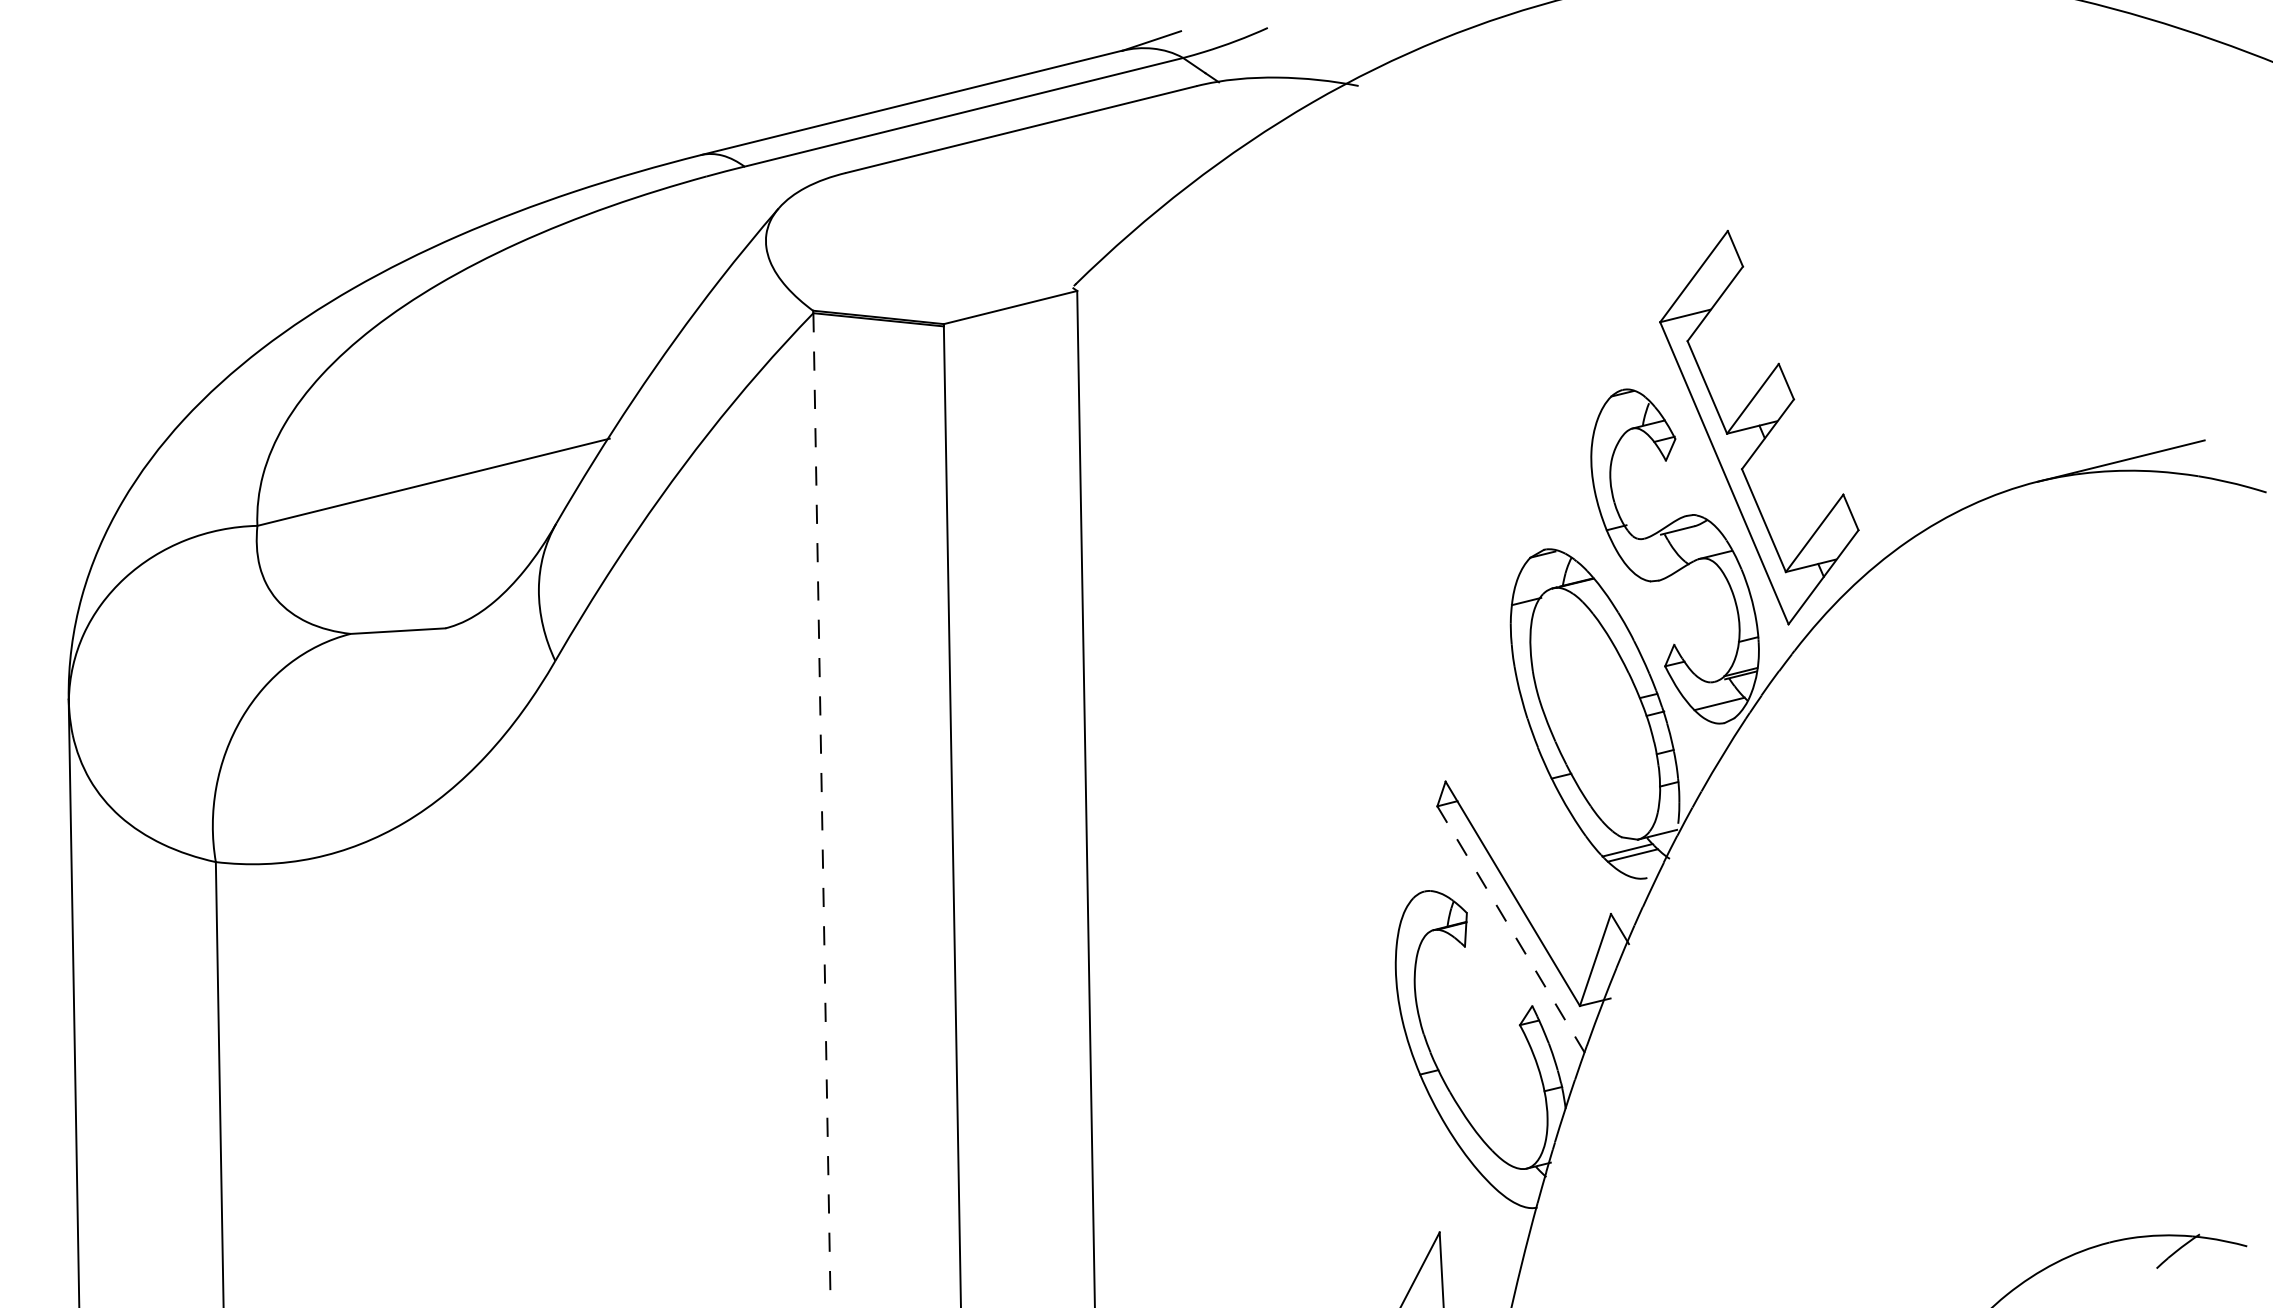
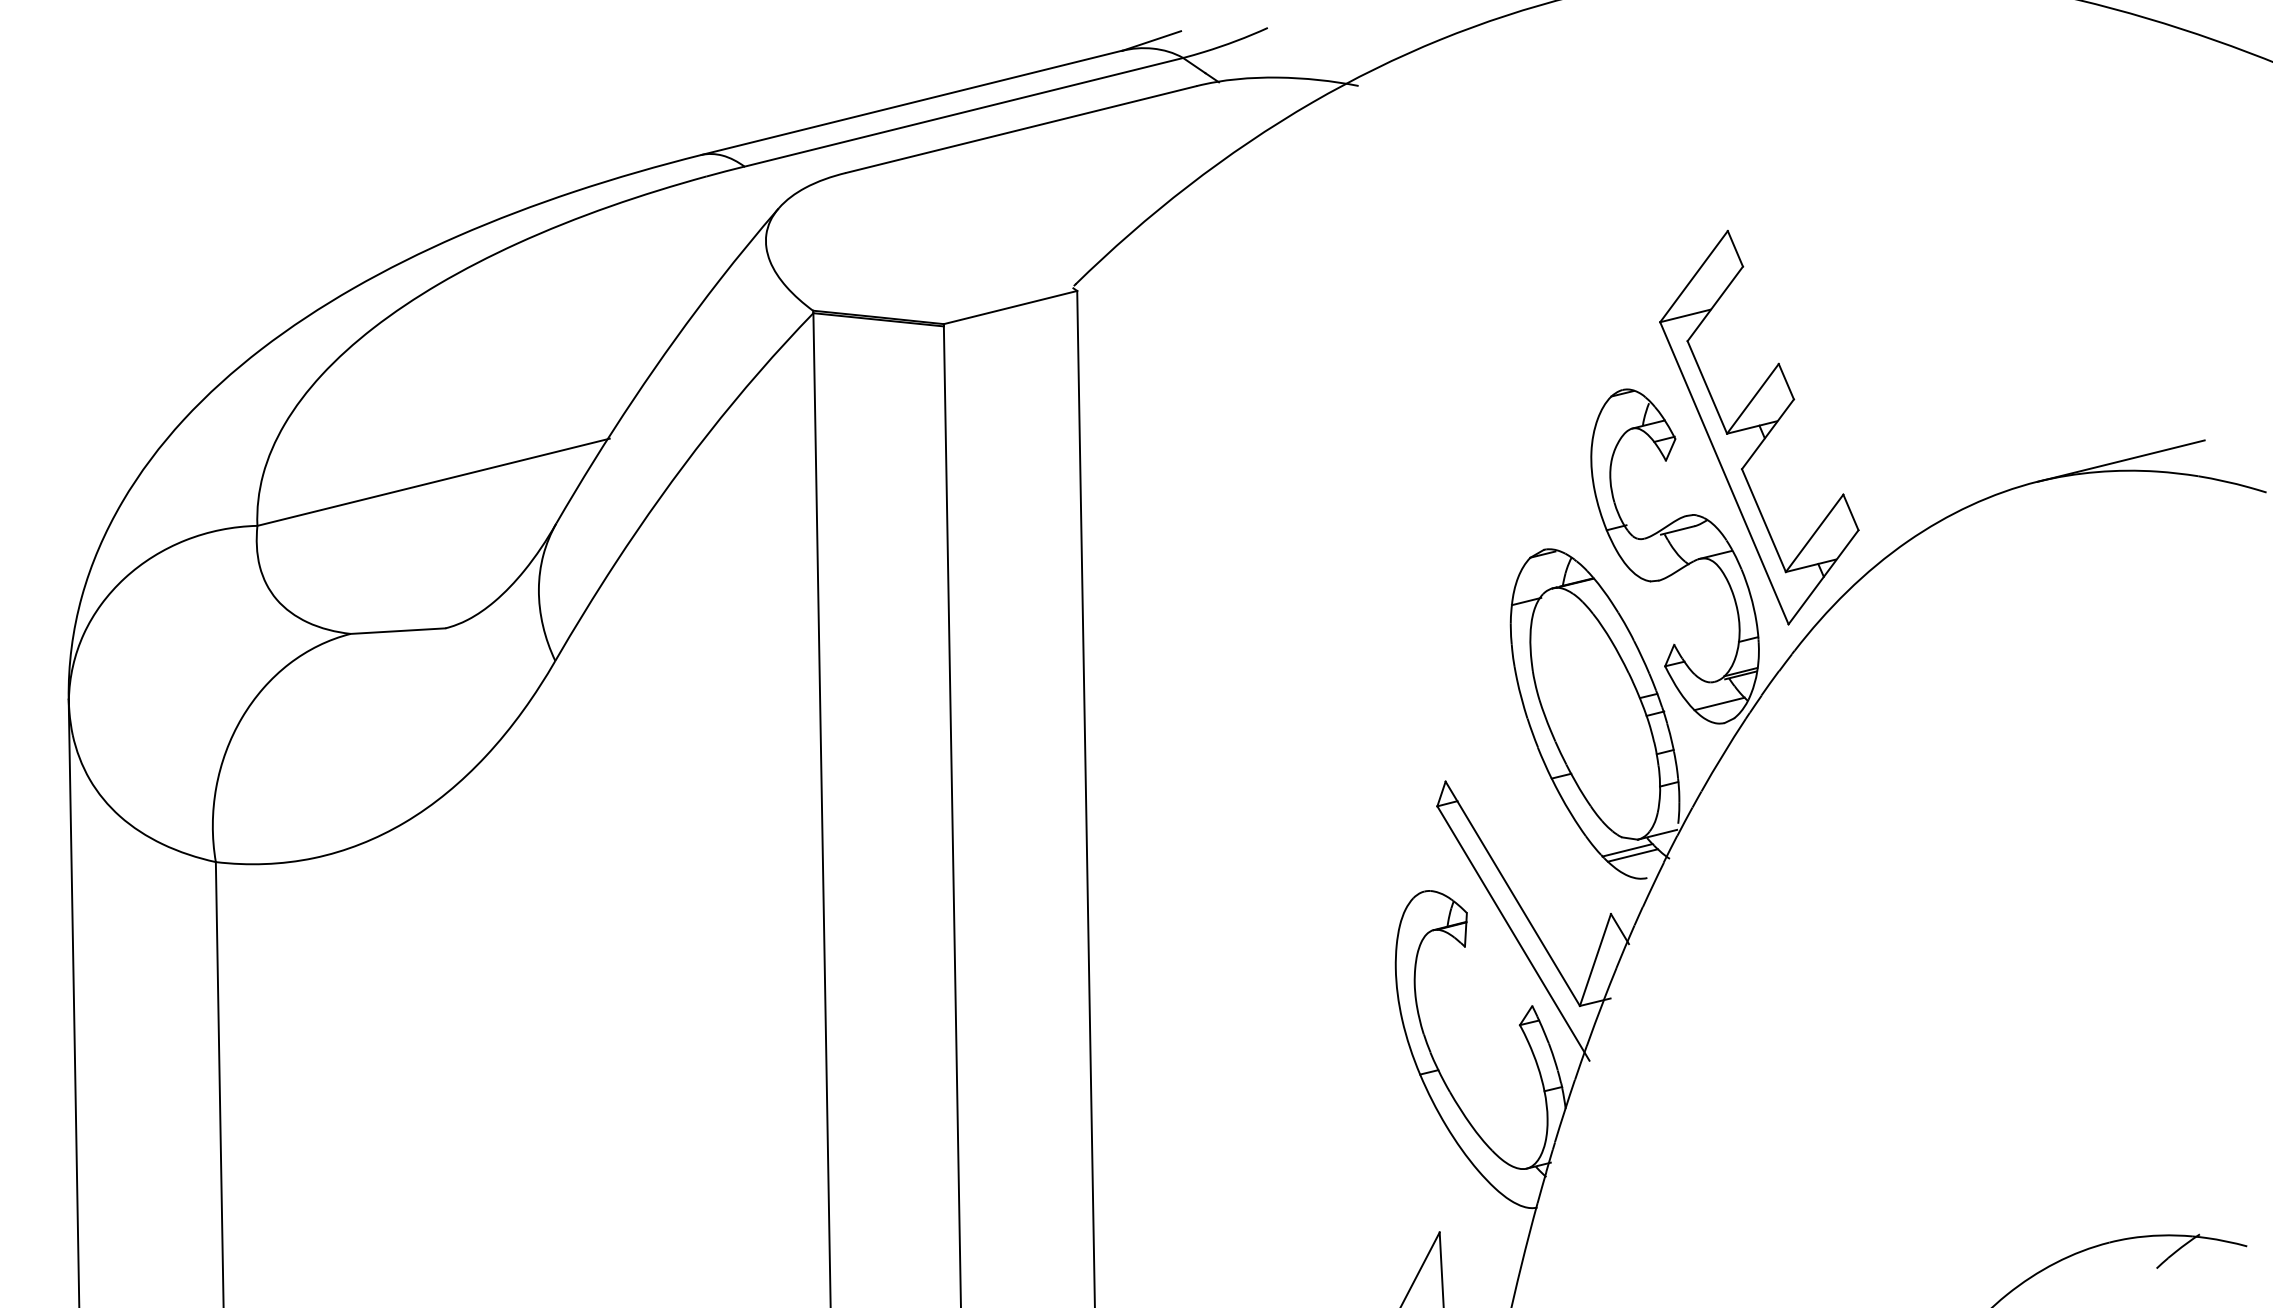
line at (822, 811): dashed -> solid
line at (1513, 933): dashed -> solid
